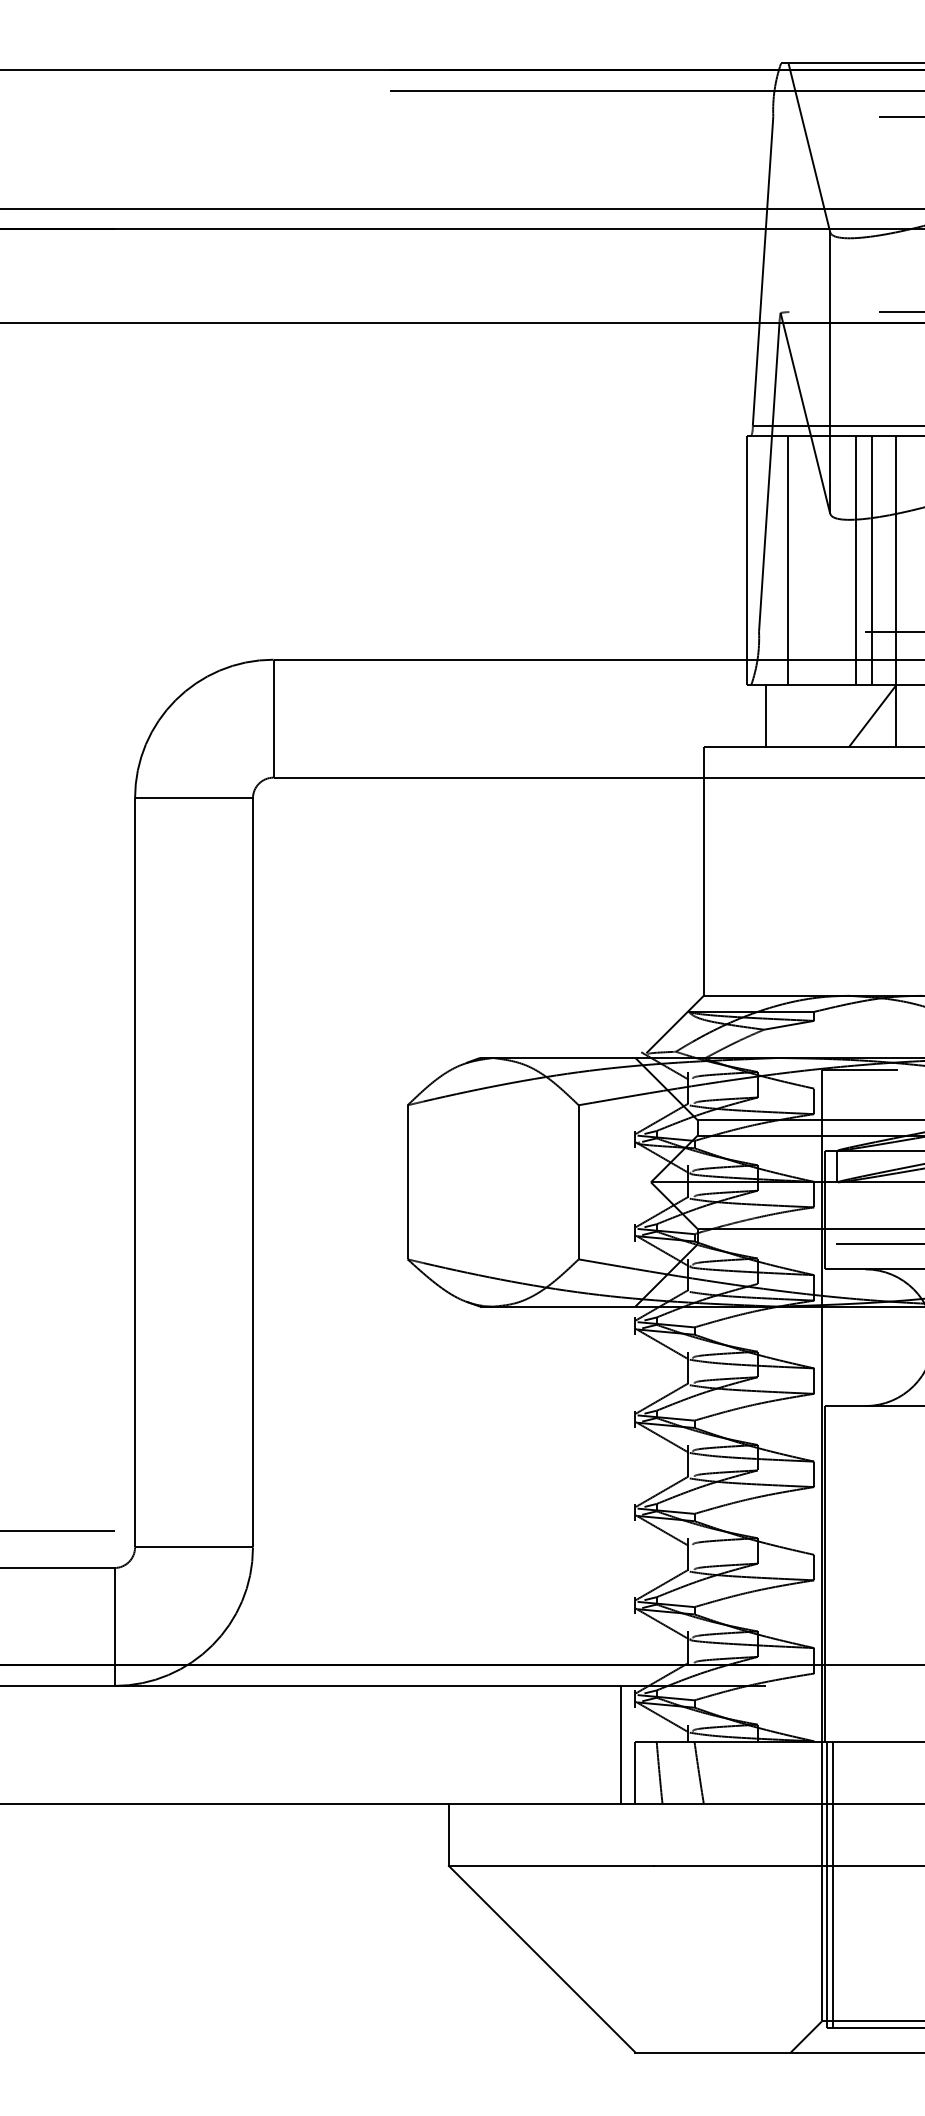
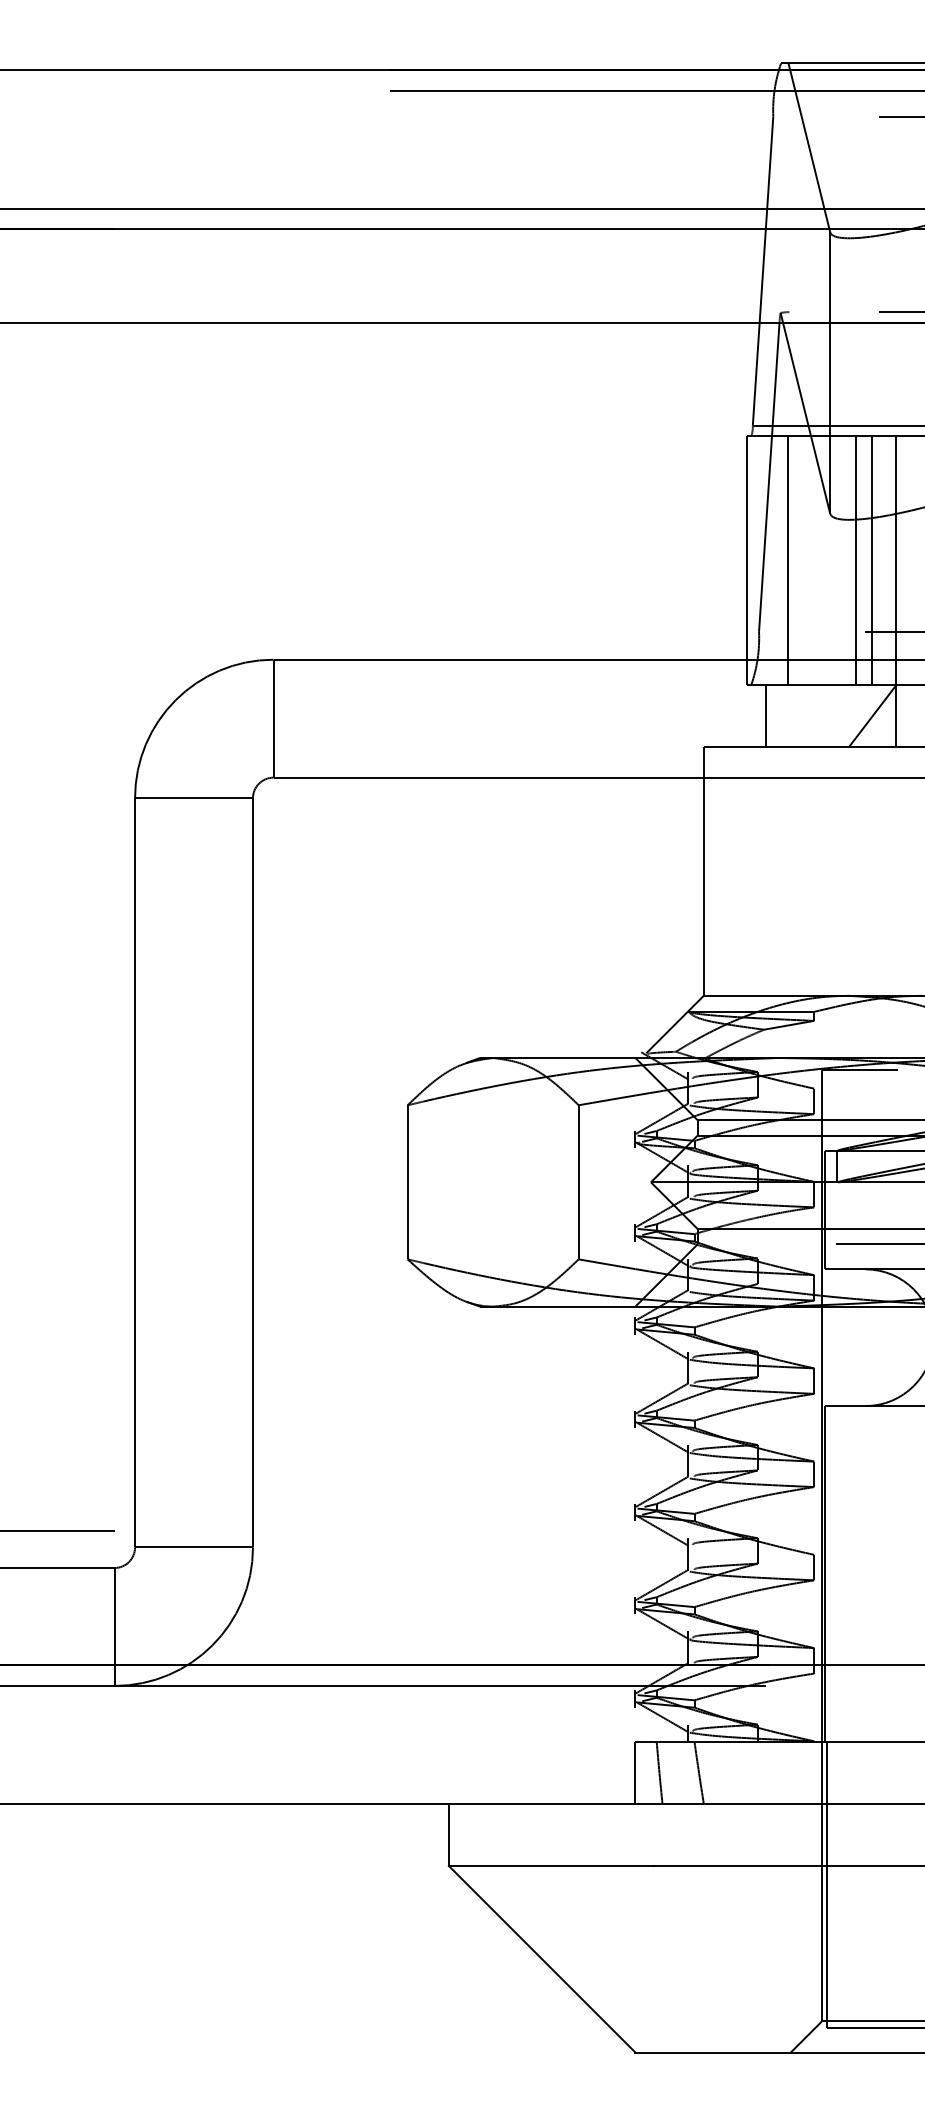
line at (620, 1744): present -> none
line at (833, 1884): present -> none
